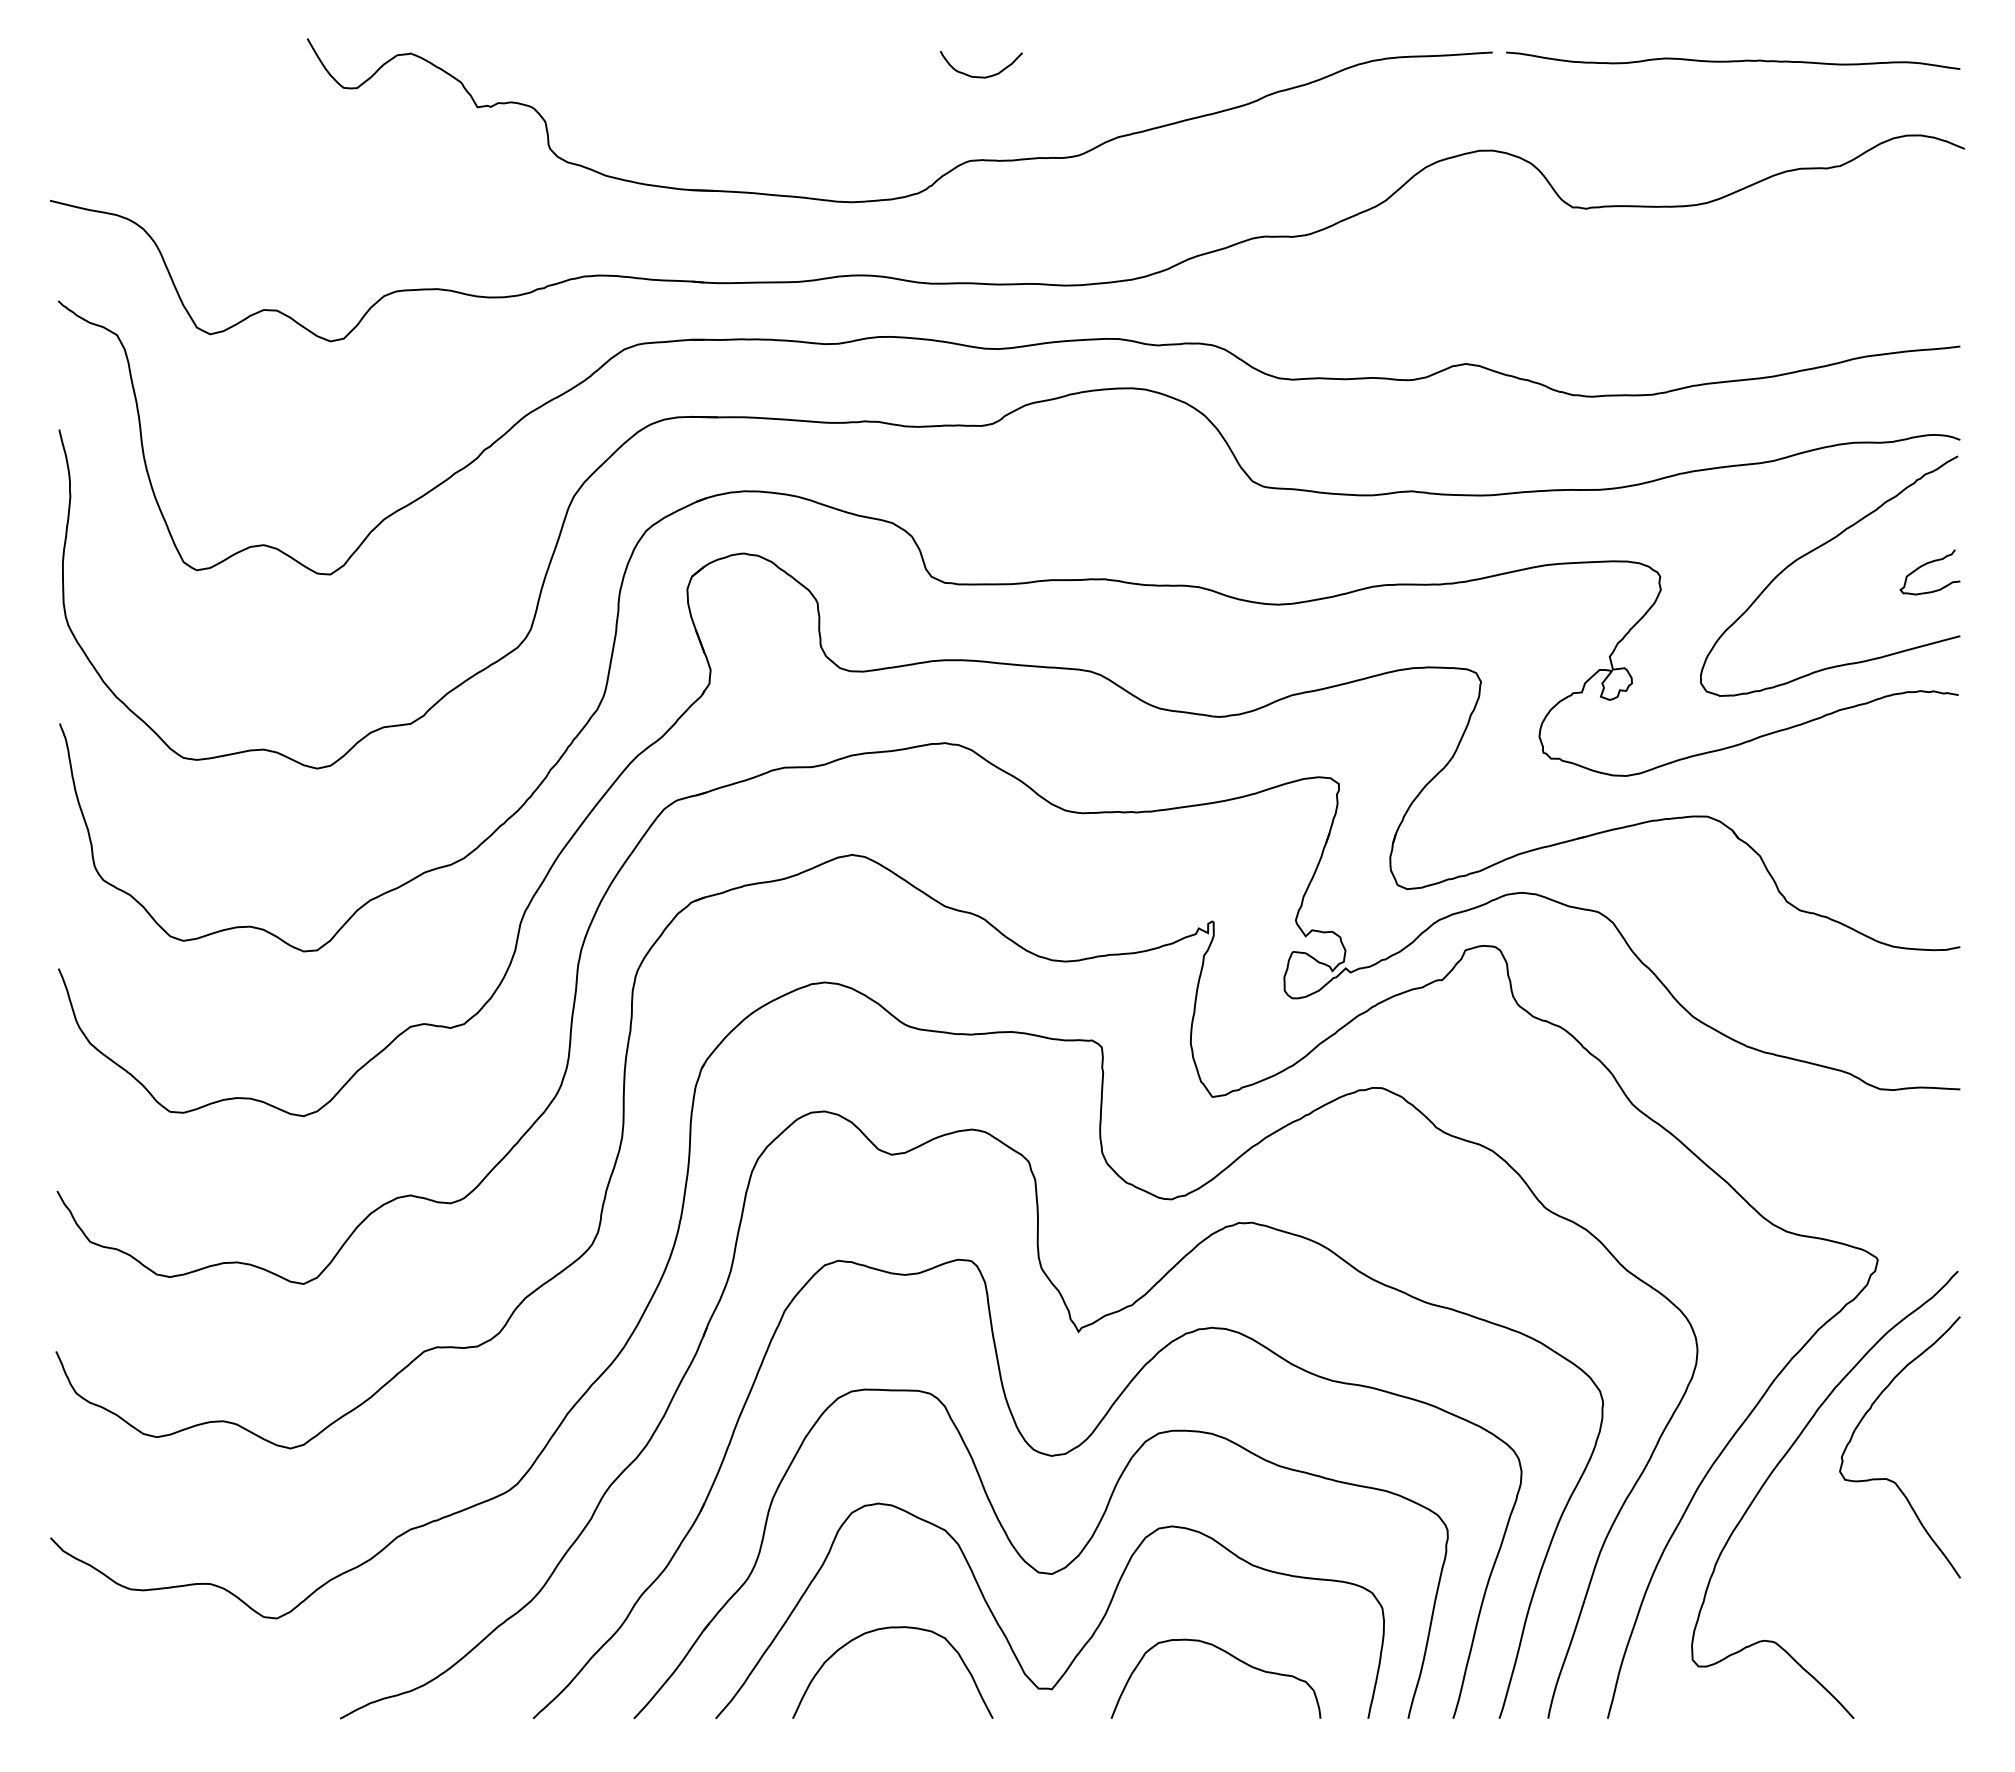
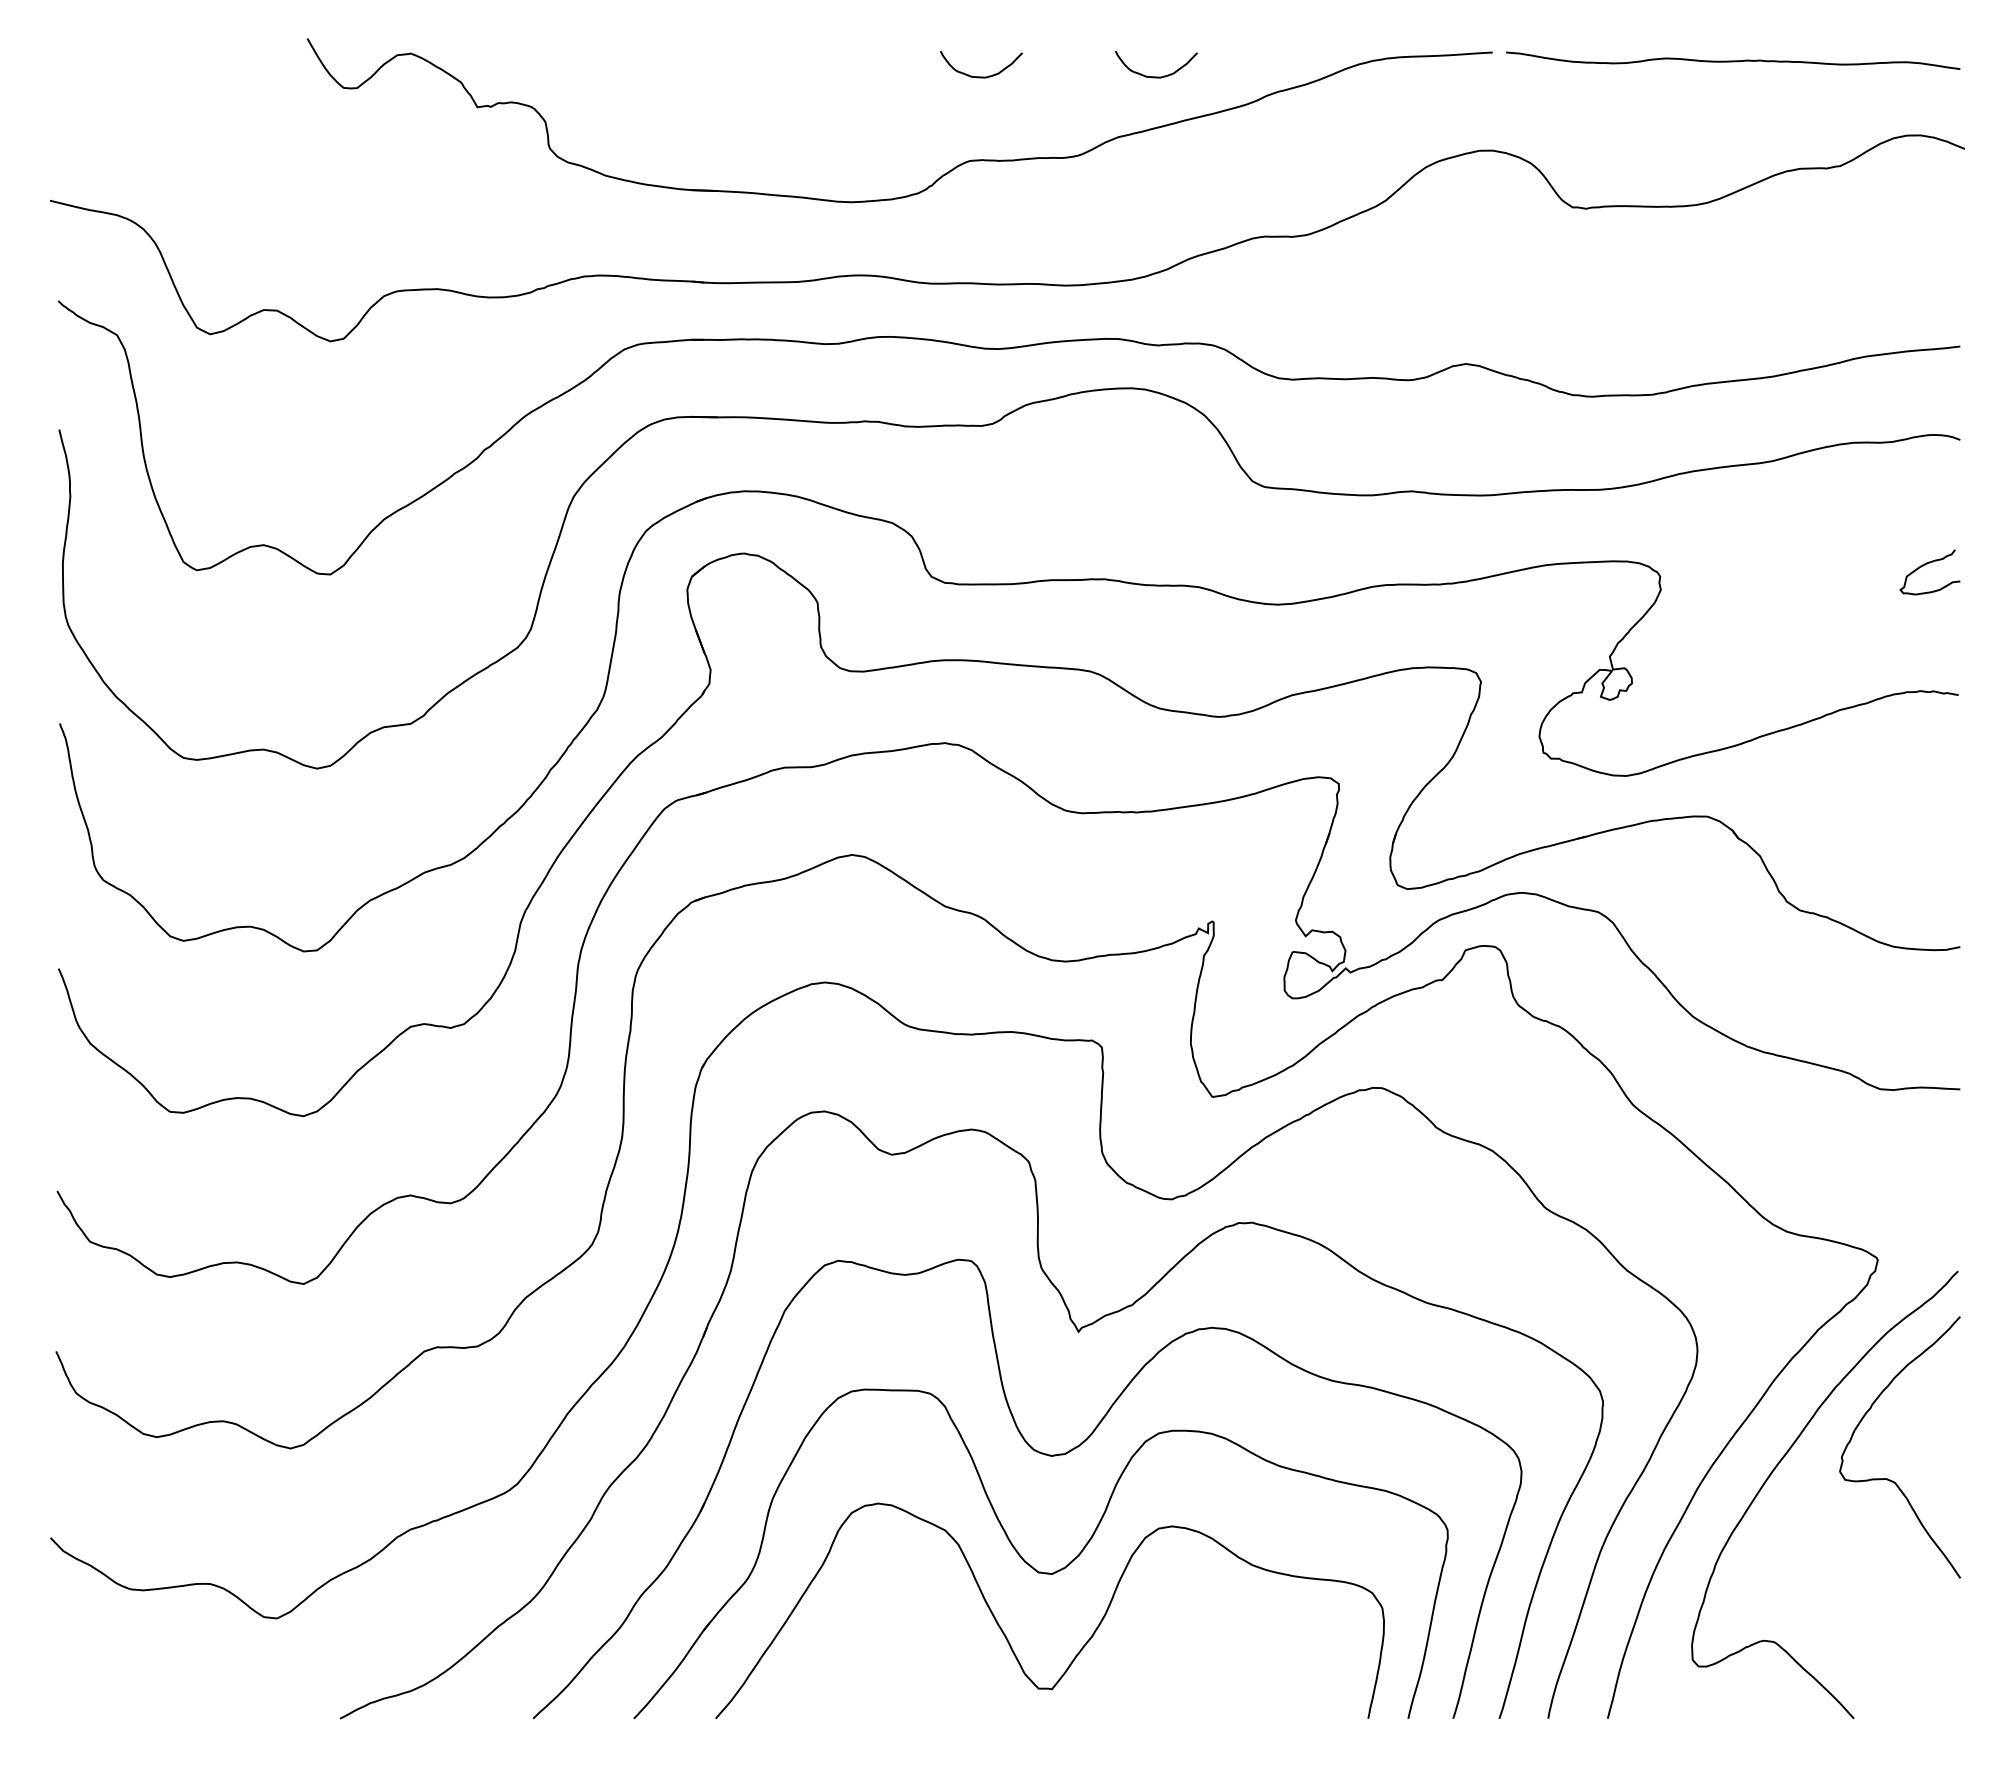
curve at (1156, 76): none -> present
curve at (1815, 550): present -> none
curve at (885, 1629): present -> none
curve at (1229, 1655): present -> none
